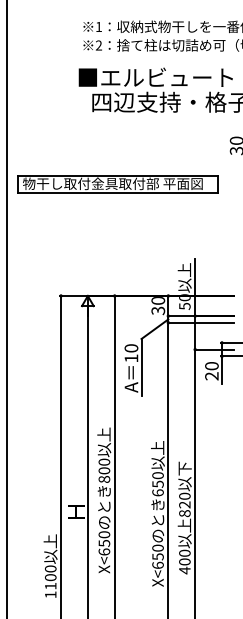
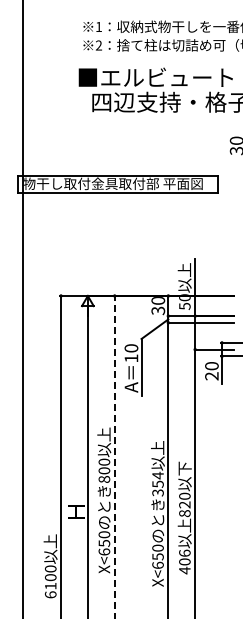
line at (7, 308) position: (7, 308) -> (23, 308)
line at (114, 456): solid -> dashed
text at (157, 483): 650 -> 354
text at (184, 552): 400 -> 406
text at (50, 594): 1100 -> 6100
